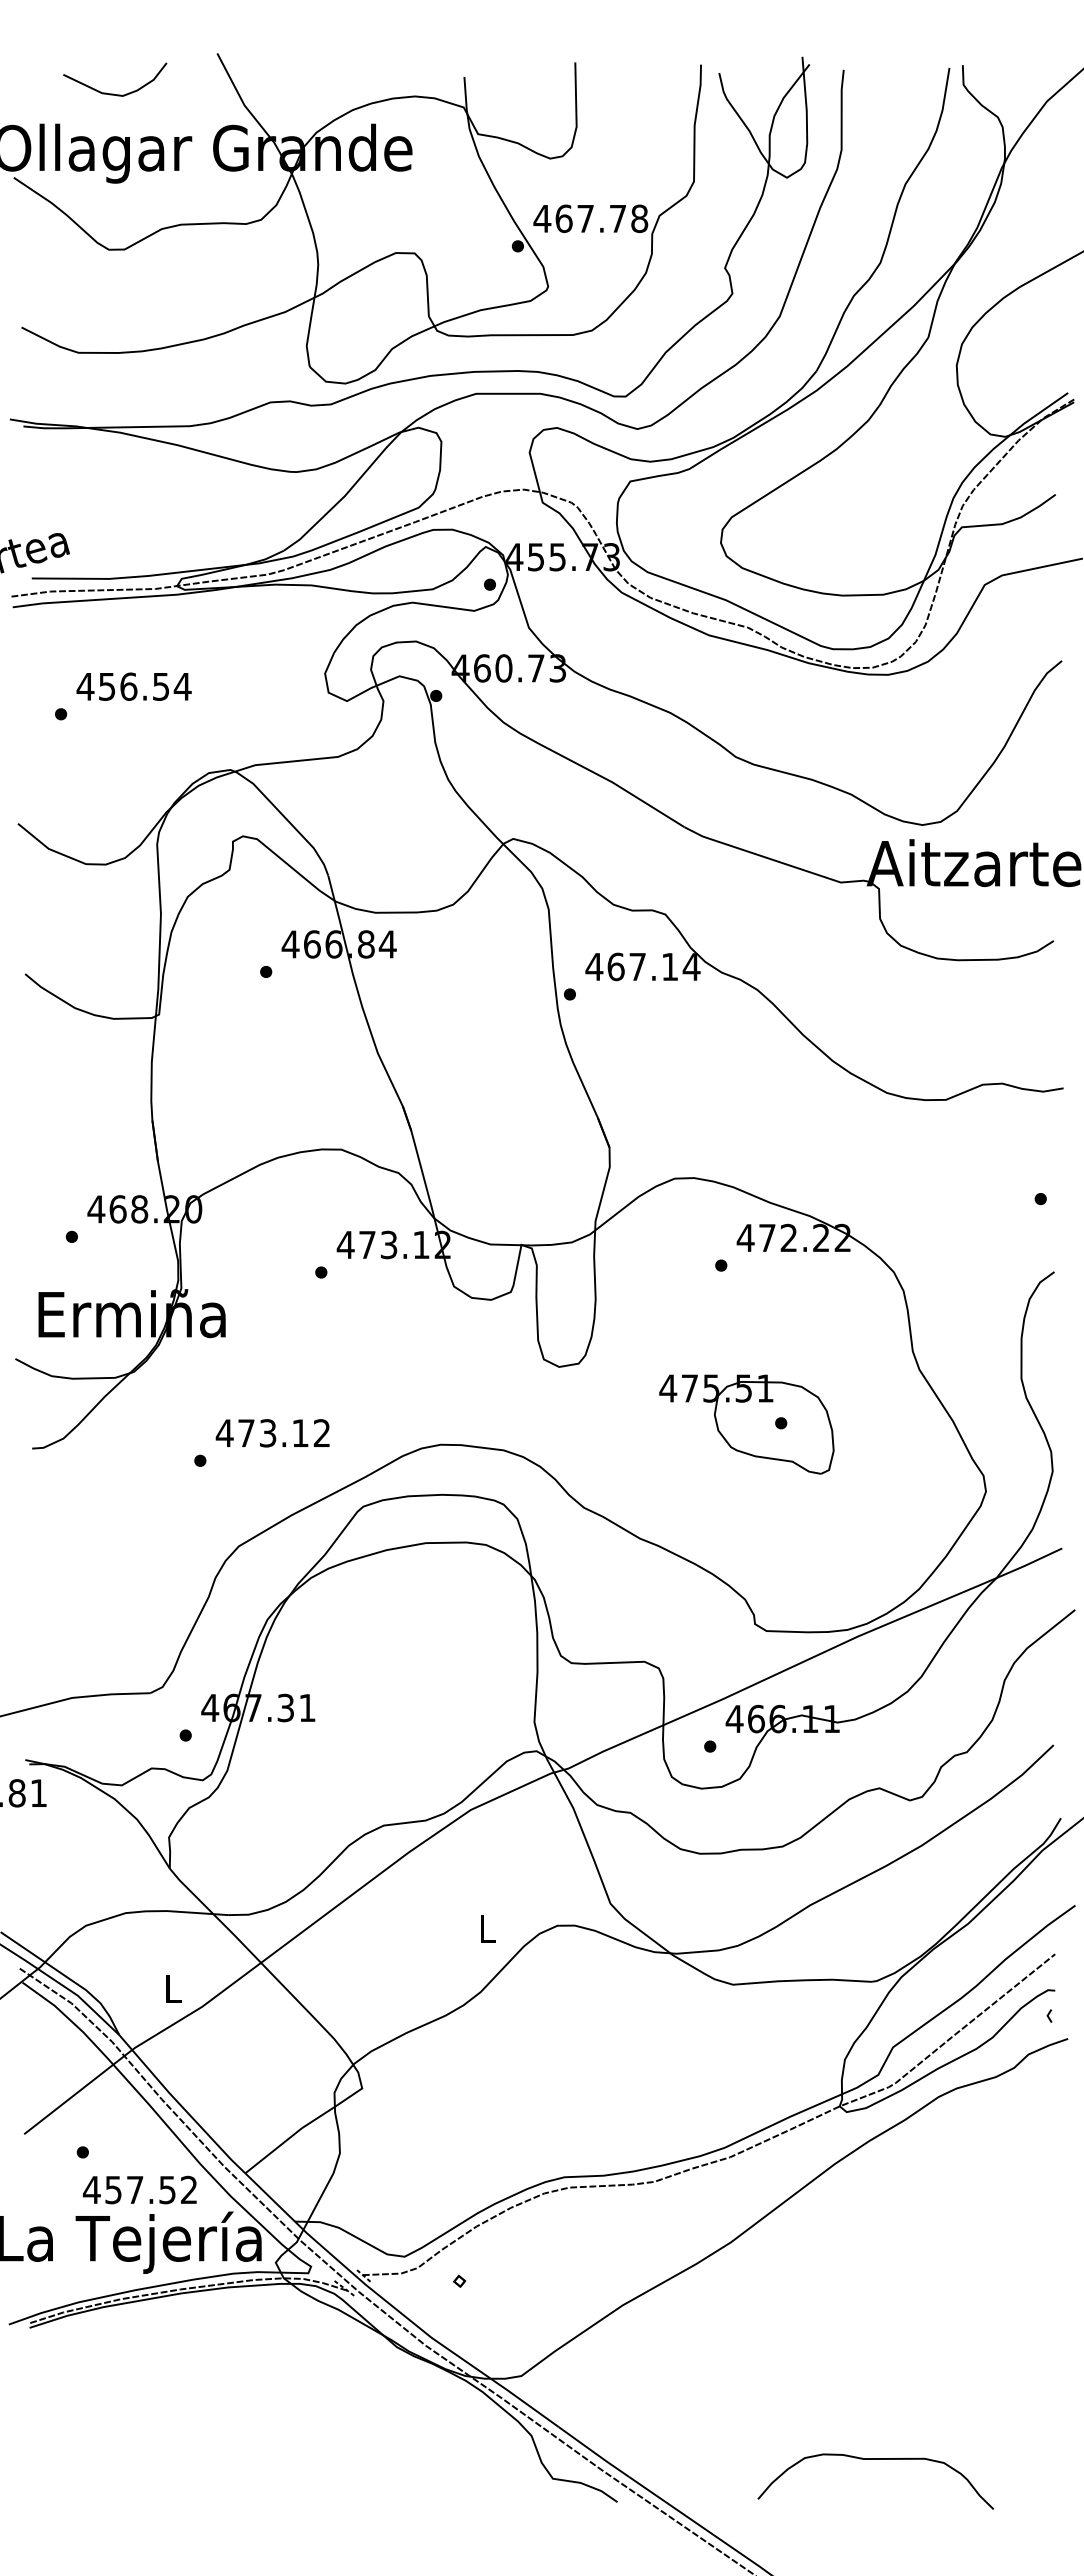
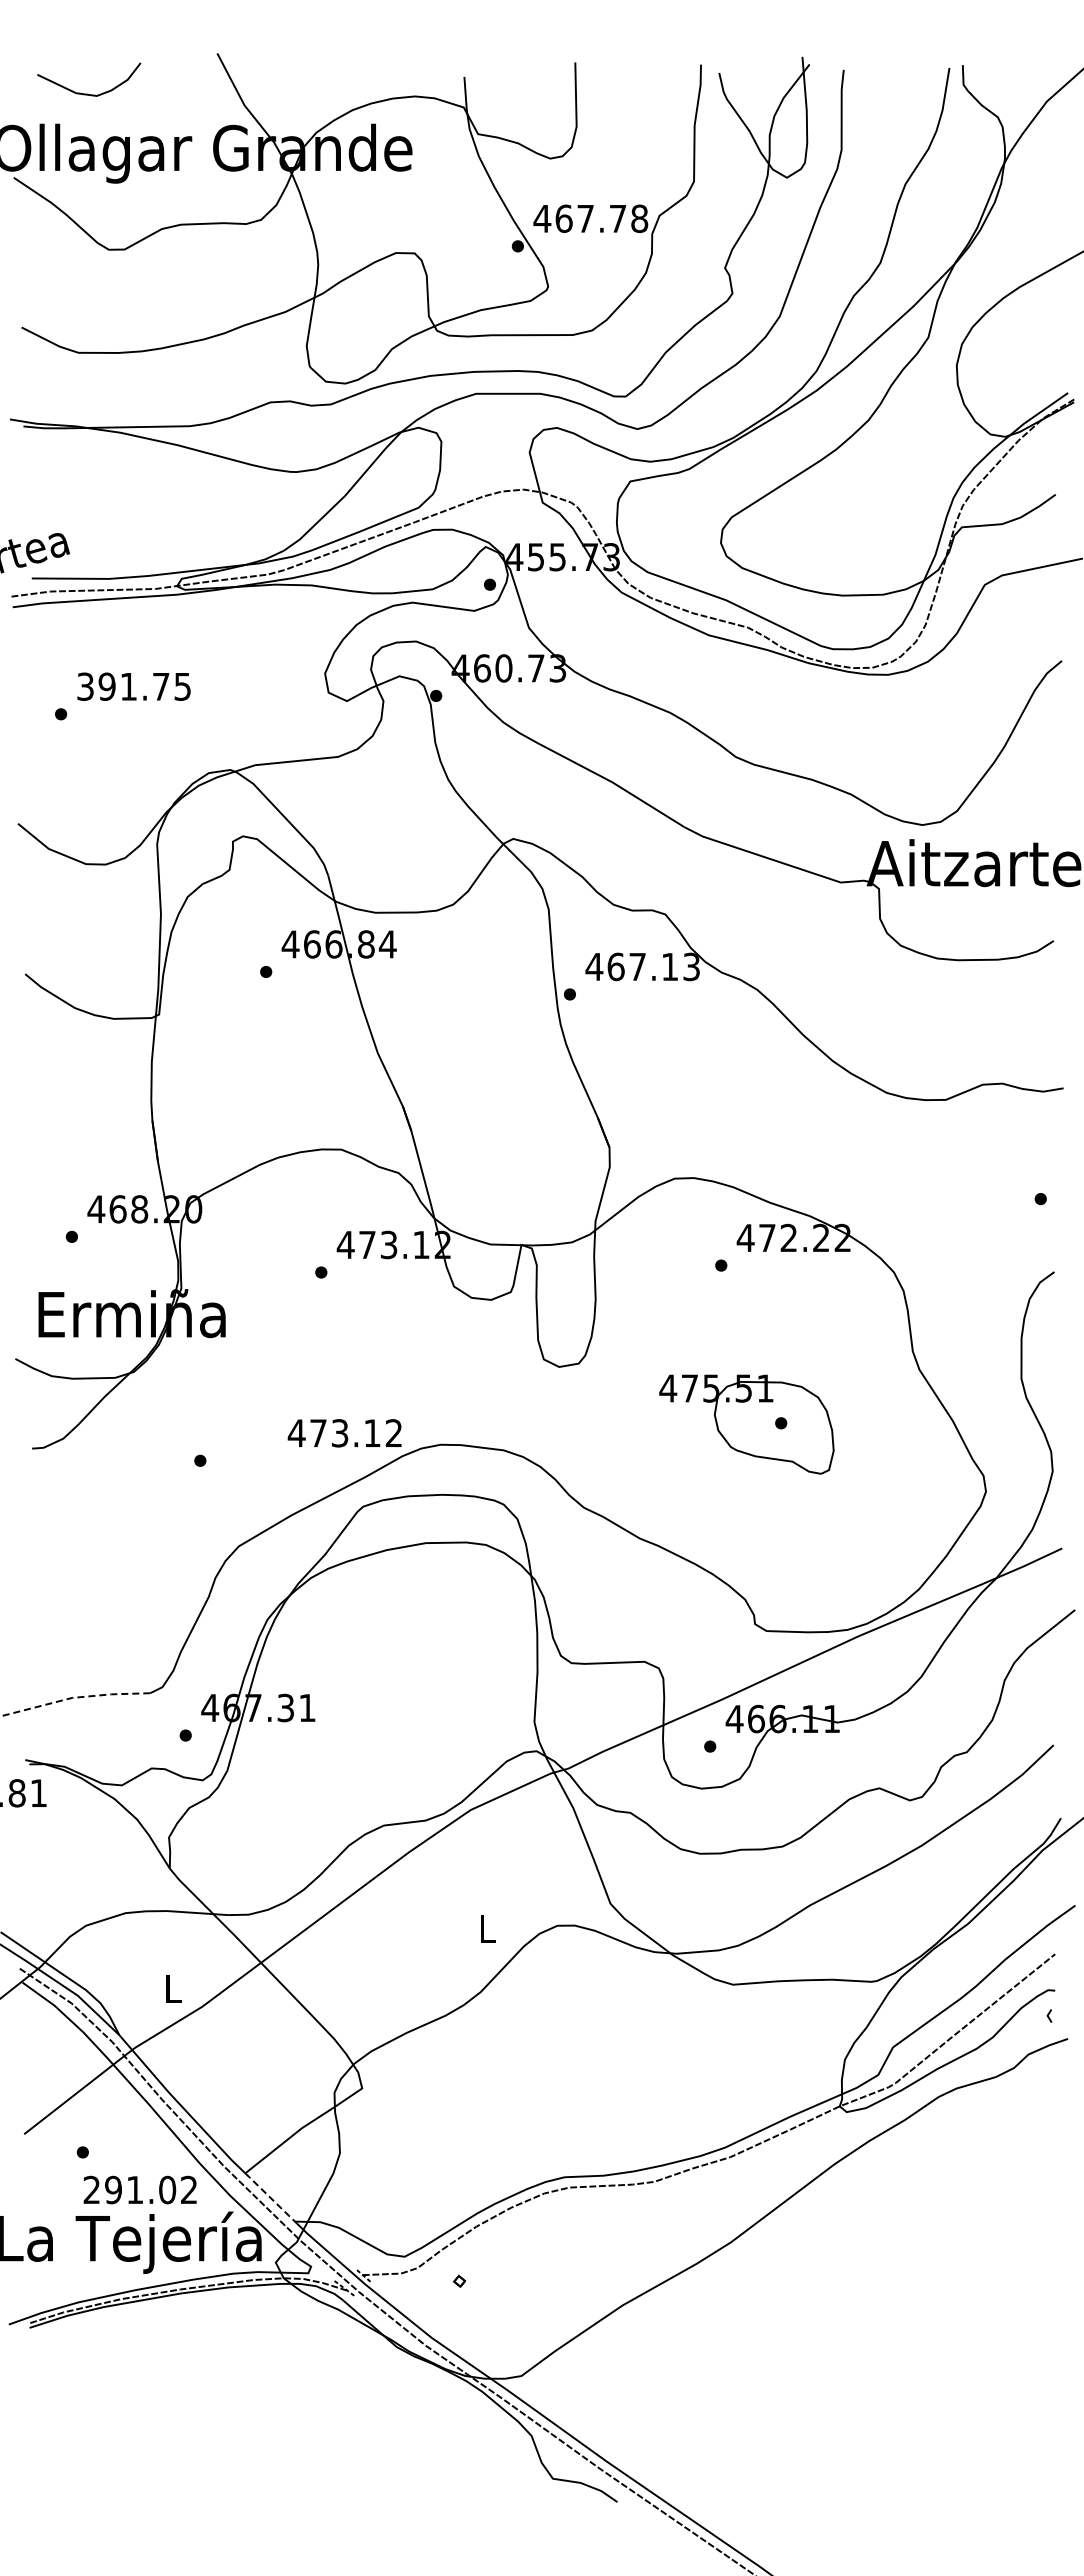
curve at (113, 93) position: (113, 93) -> (87, 93)
text at (133, 686): 456.54 -> 391.75
text at (691, 966): 467.14 -> 467.13
text at (272, 1433) position: (272, 1433) -> (344, 1433)
line at (74, 1697): solid -> dashed
text at (129, 2189): 457.52 -> 291.02
line at (270, 2197): solid -> dashed
curve at (875, 2459): present -> none
